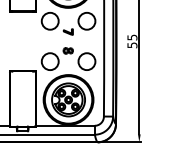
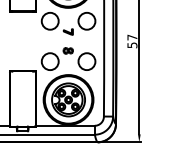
text at (132, 37): 55 -> 57
